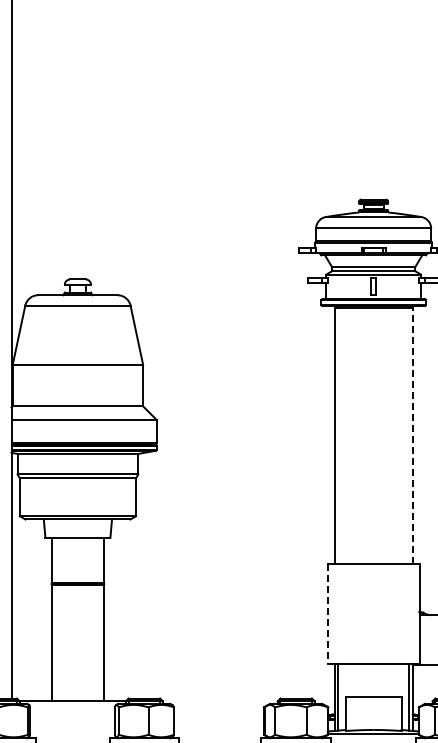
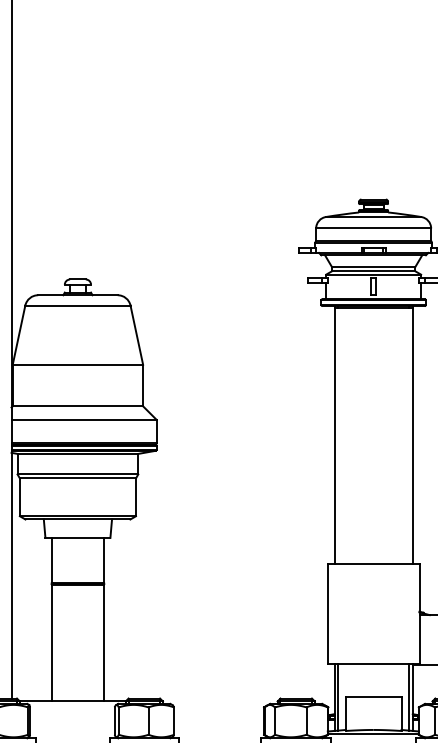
line at (412, 435): dashed -> solid
line at (327, 613): dashed -> solid
